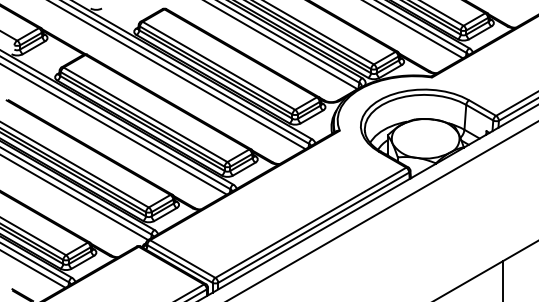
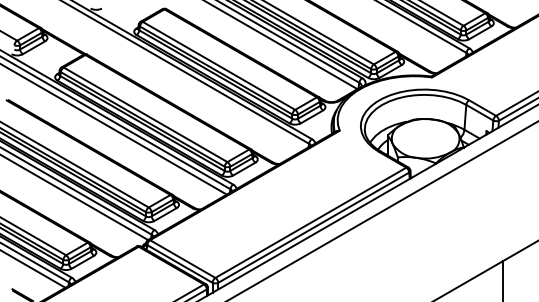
line at (413, 30): present -> none
line at (178, 75): present -> none
